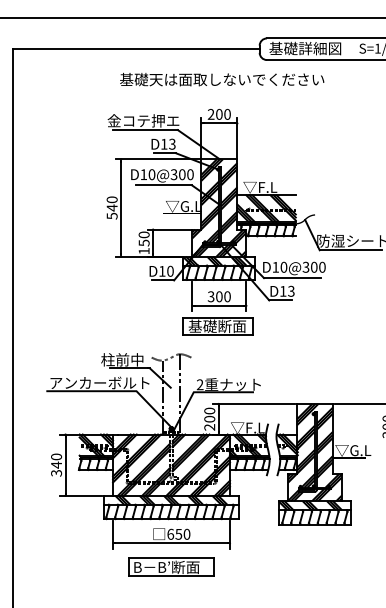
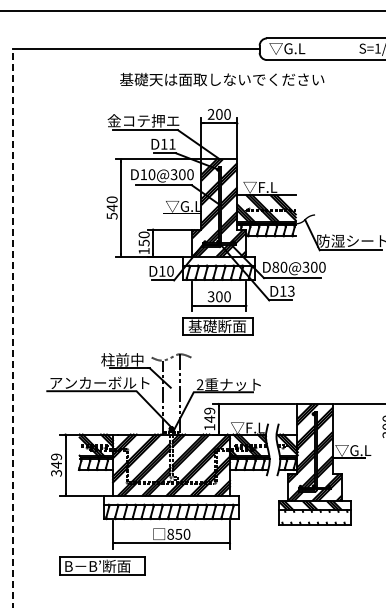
line at (192, 18) position: (192, 18) -> (192, 11)
text at (305, 48): 基礎詳細図 -> ▽G.L
text at (172, 143): D13 -> D11
hatch at (214, 260): present -> none
text at (275, 266): D10@300 -> D80@300
line at (12, 328): solid -> dashed
text at (209, 418): 200 -> 149
text at (56, 456): 340 -> 349
hatch at (171, 499): present -> none
hatch at (314, 517): present -> none
text at (170, 534): 650 -> 850
part at (171, 566) position: (171, 566) -> (102, 565)
